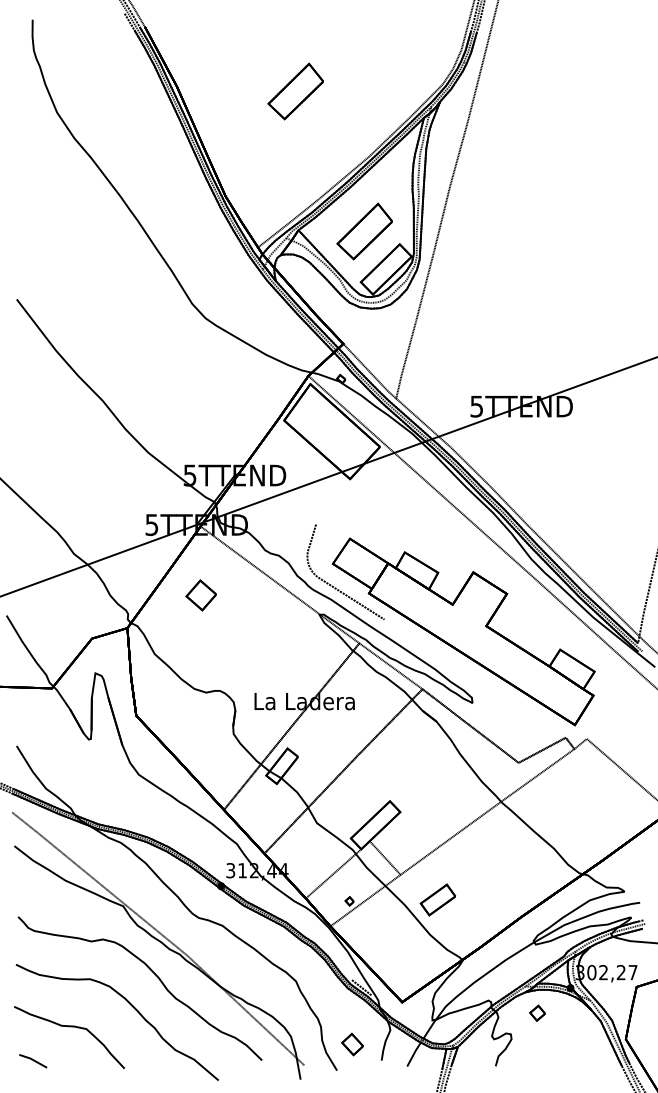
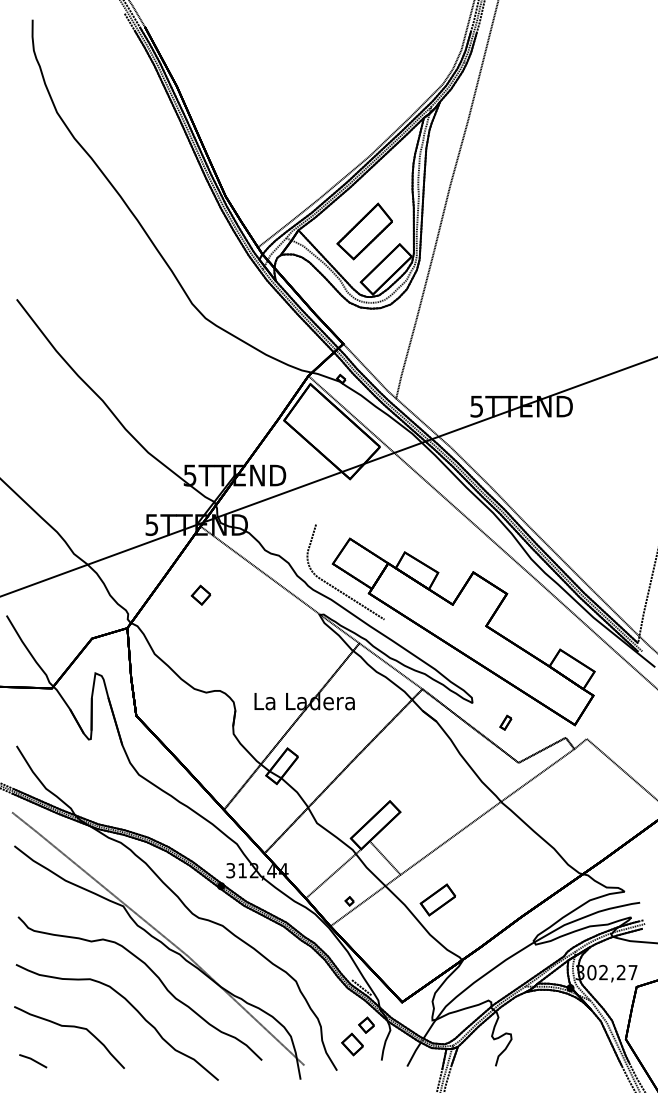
part at (295, 91): present -> none
part at (200, 595) size: 32x33 px -> 22x22 px
part at (505, 722): none -> present
part at (537, 1012) position: (537, 1012) -> (366, 1024)
